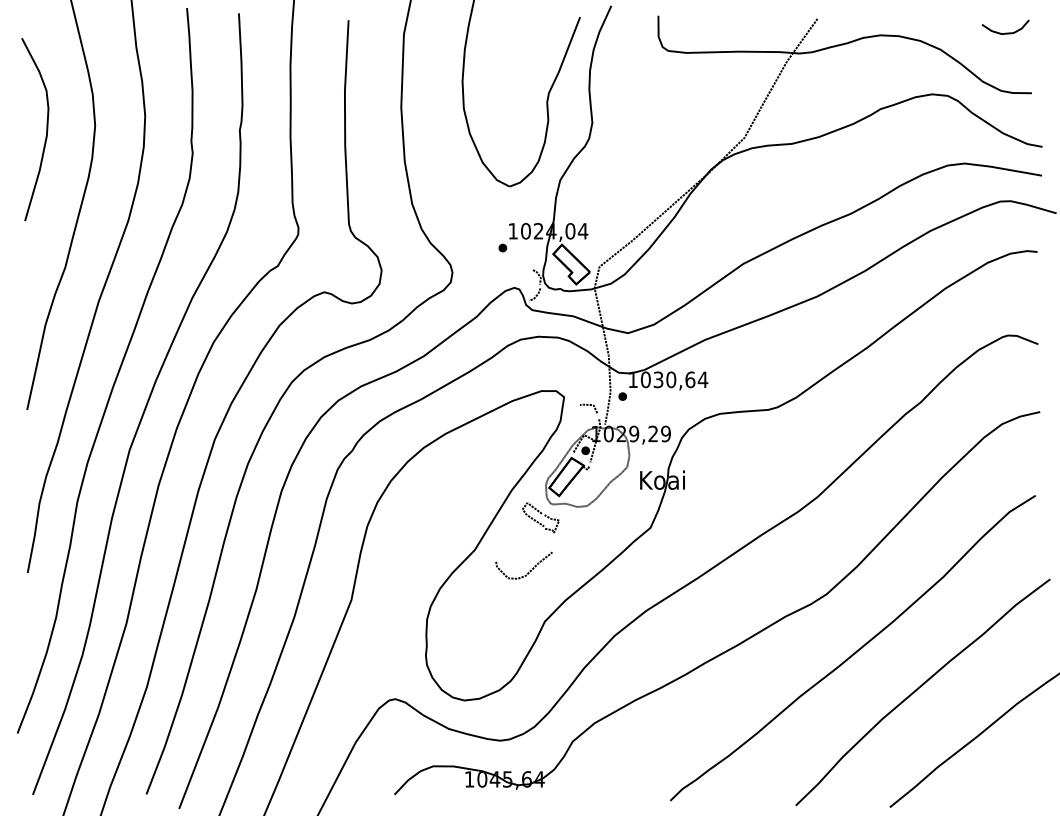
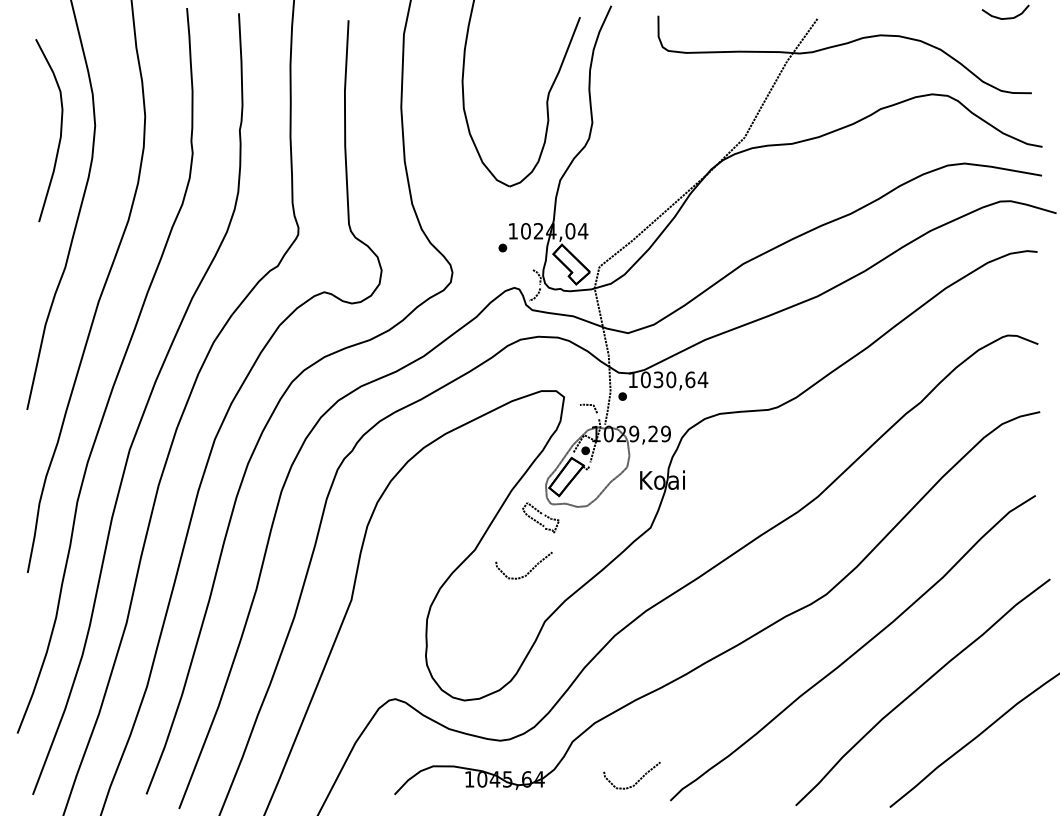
curve at (1005, 32) position: (1005, 32) -> (1005, 17)
part at (46, 129) position: (46, 129) -> (60, 130)
curve at (637, 780): none -> present
